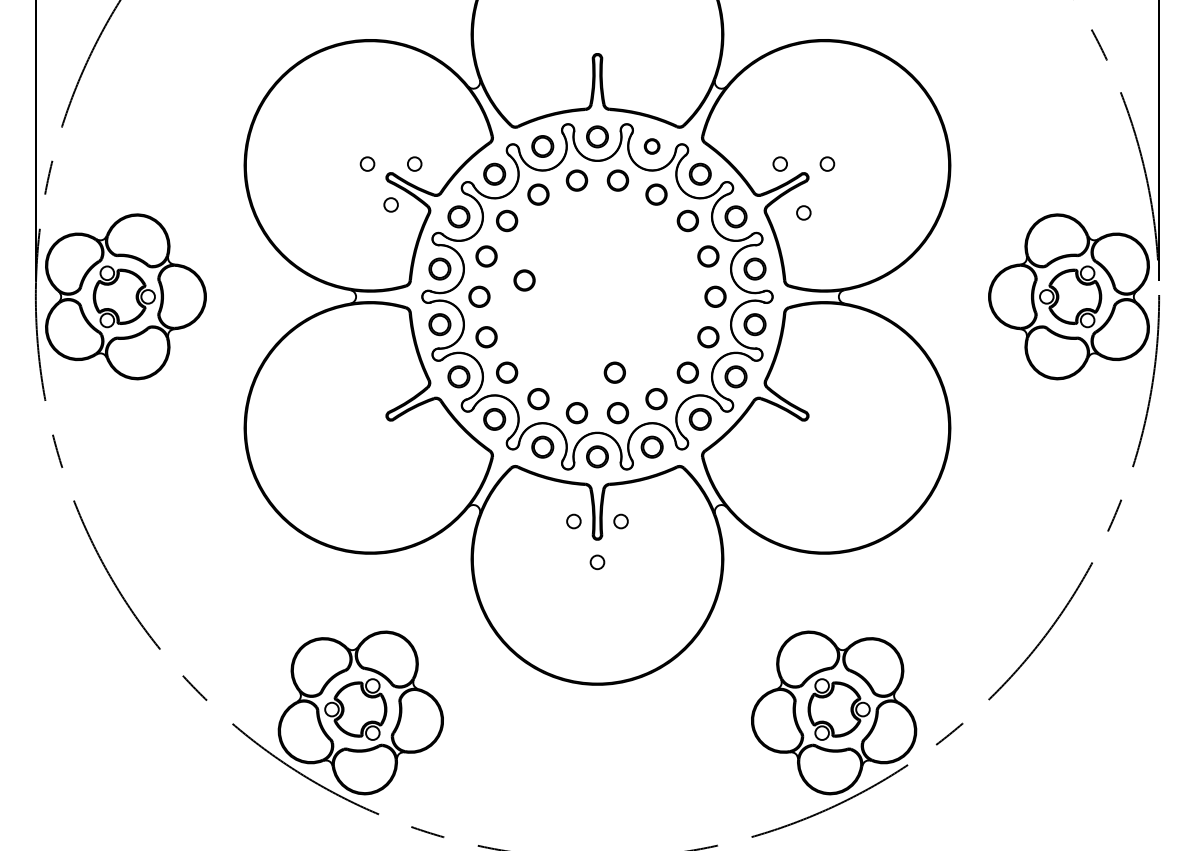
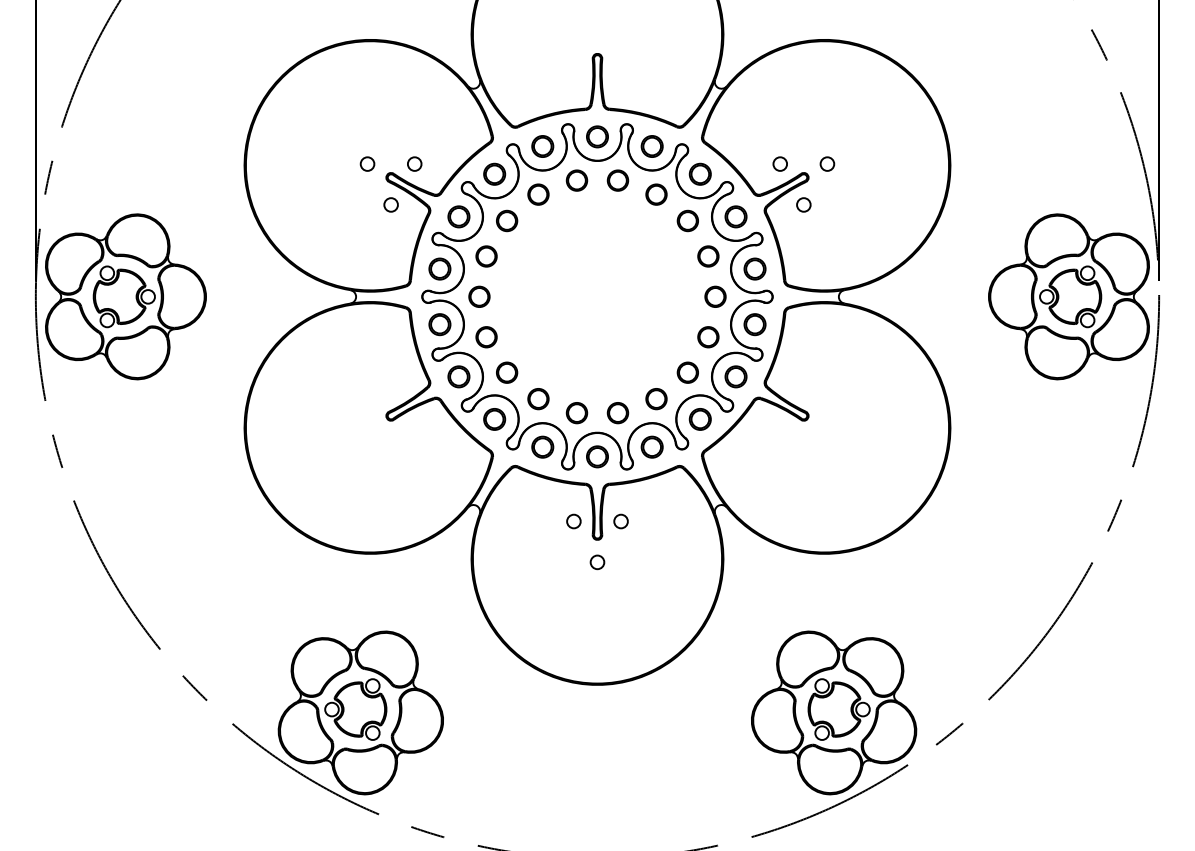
circle at (651, 146) size: 18x17 px -> 24x23 px
circle at (803, 212) position: (803, 212) -> (803, 204)
circle at (524, 280): present -> none
part at (614, 372): present -> none
